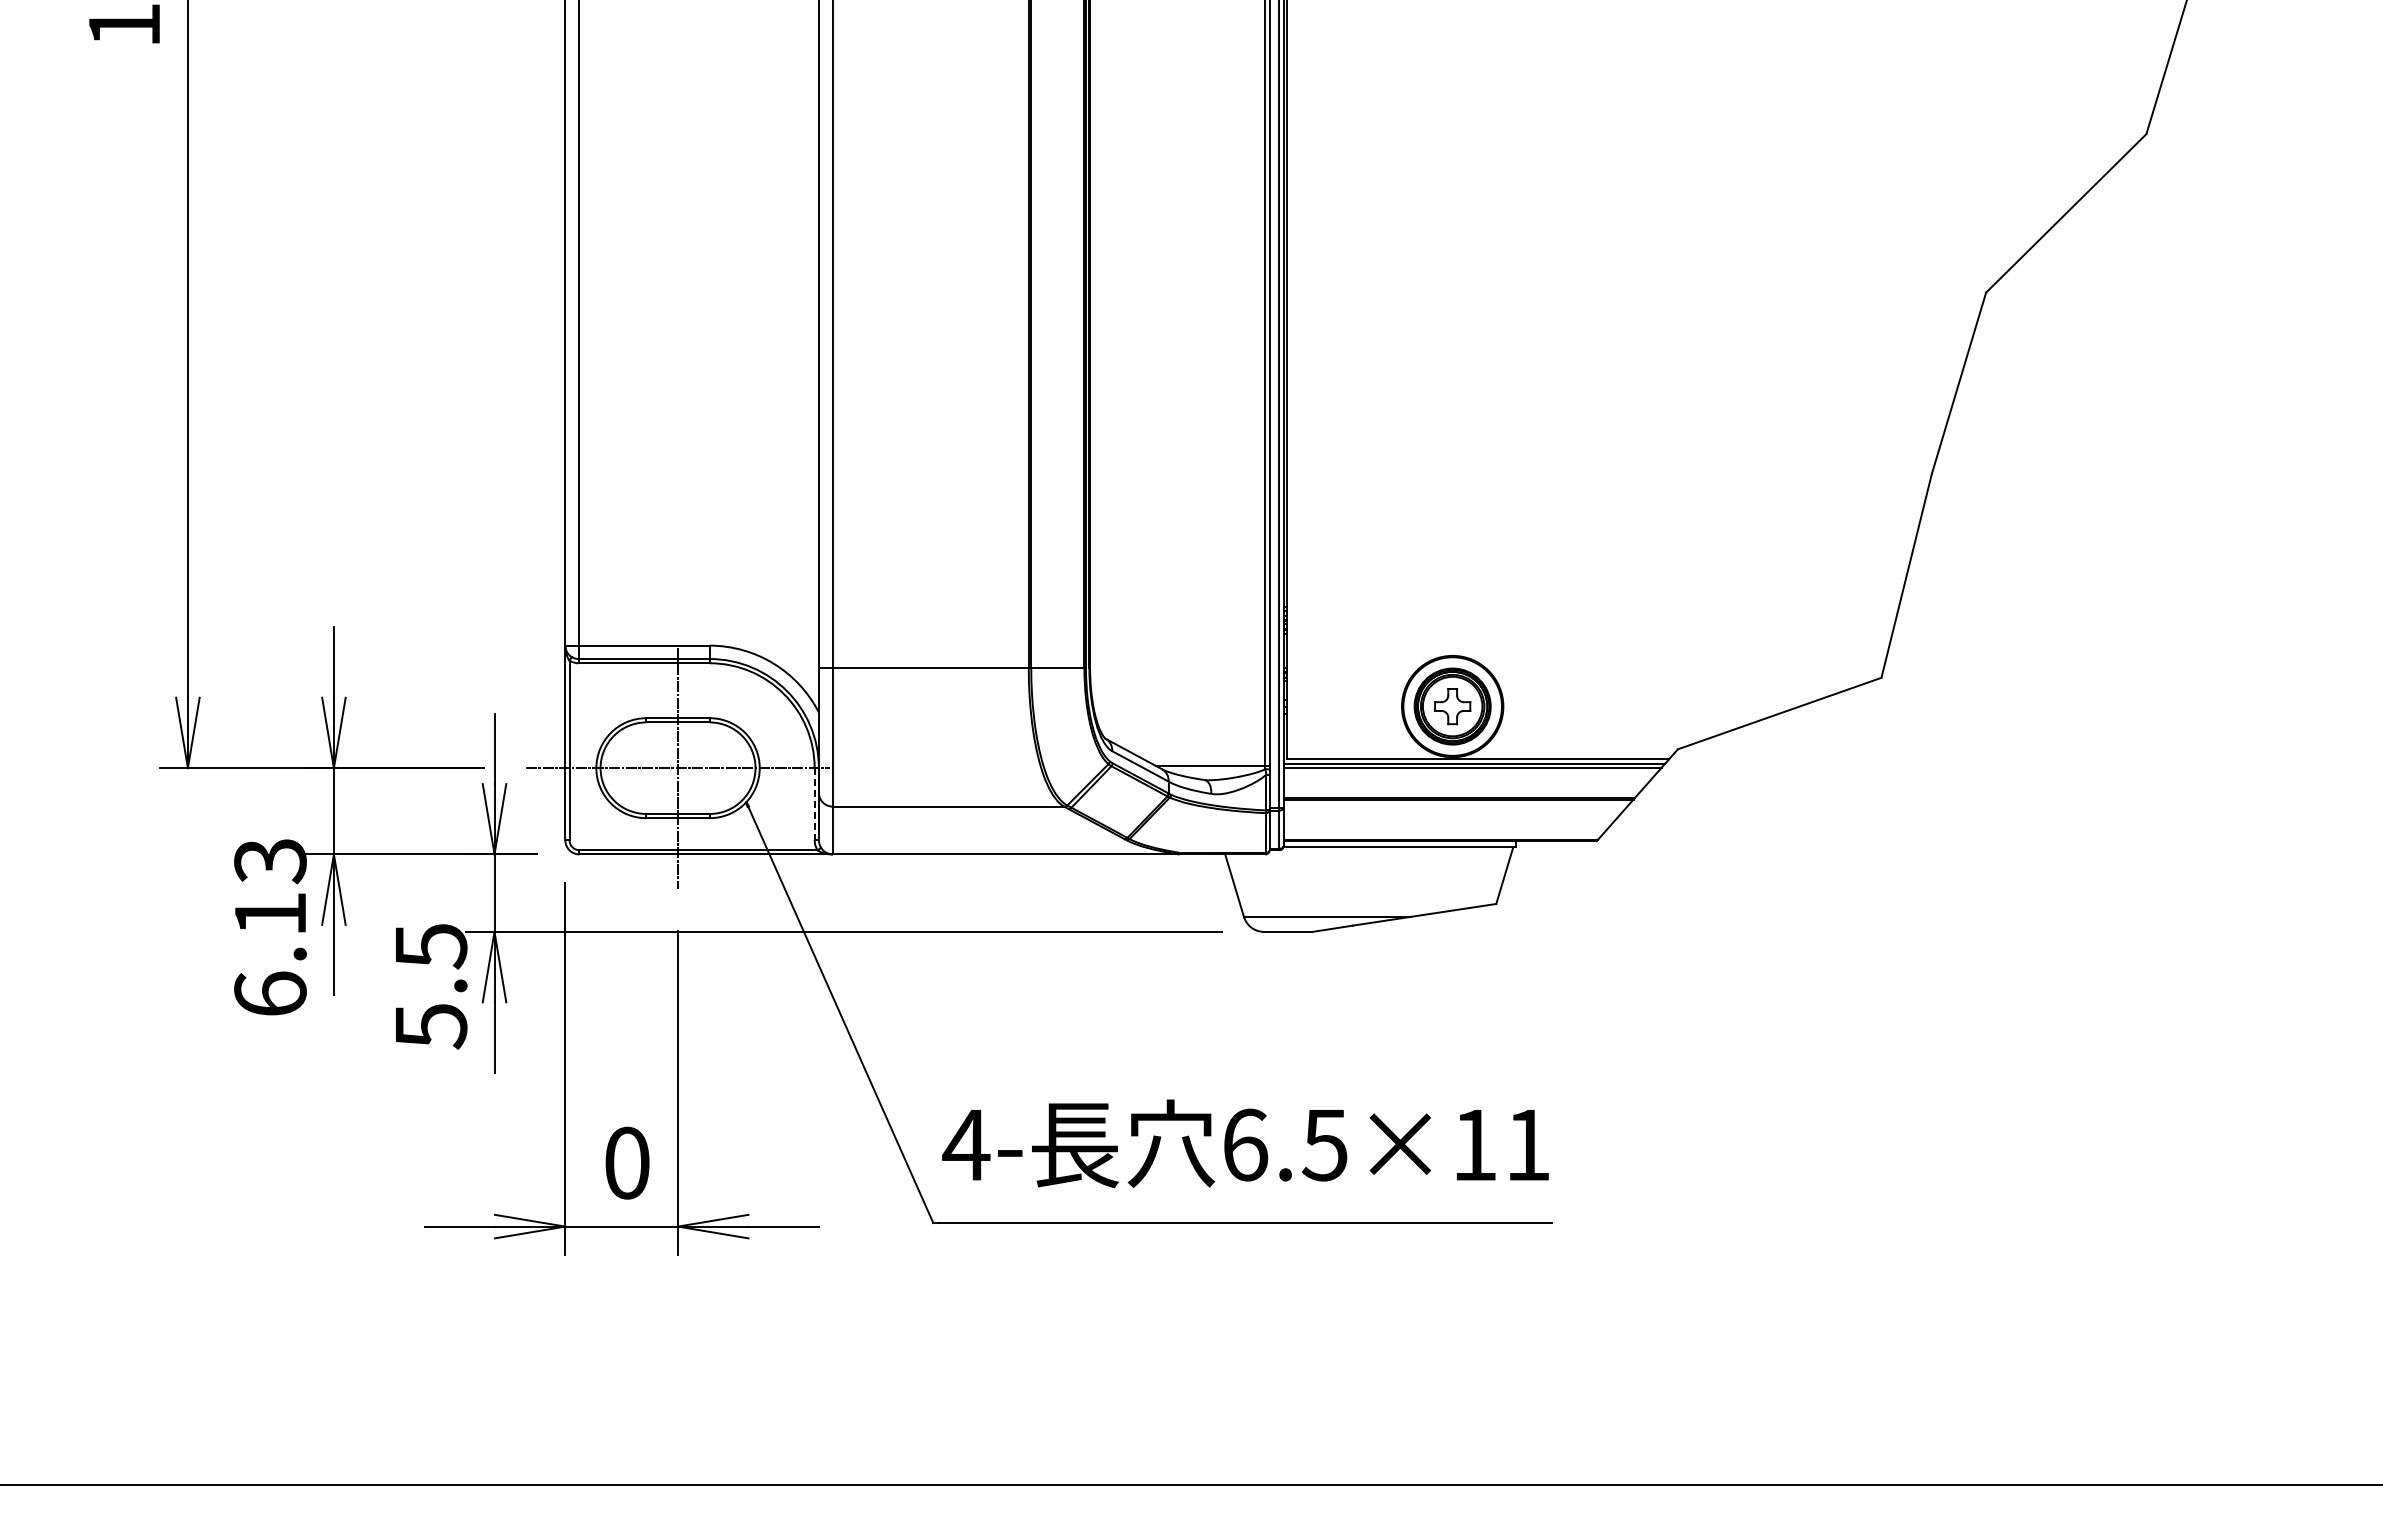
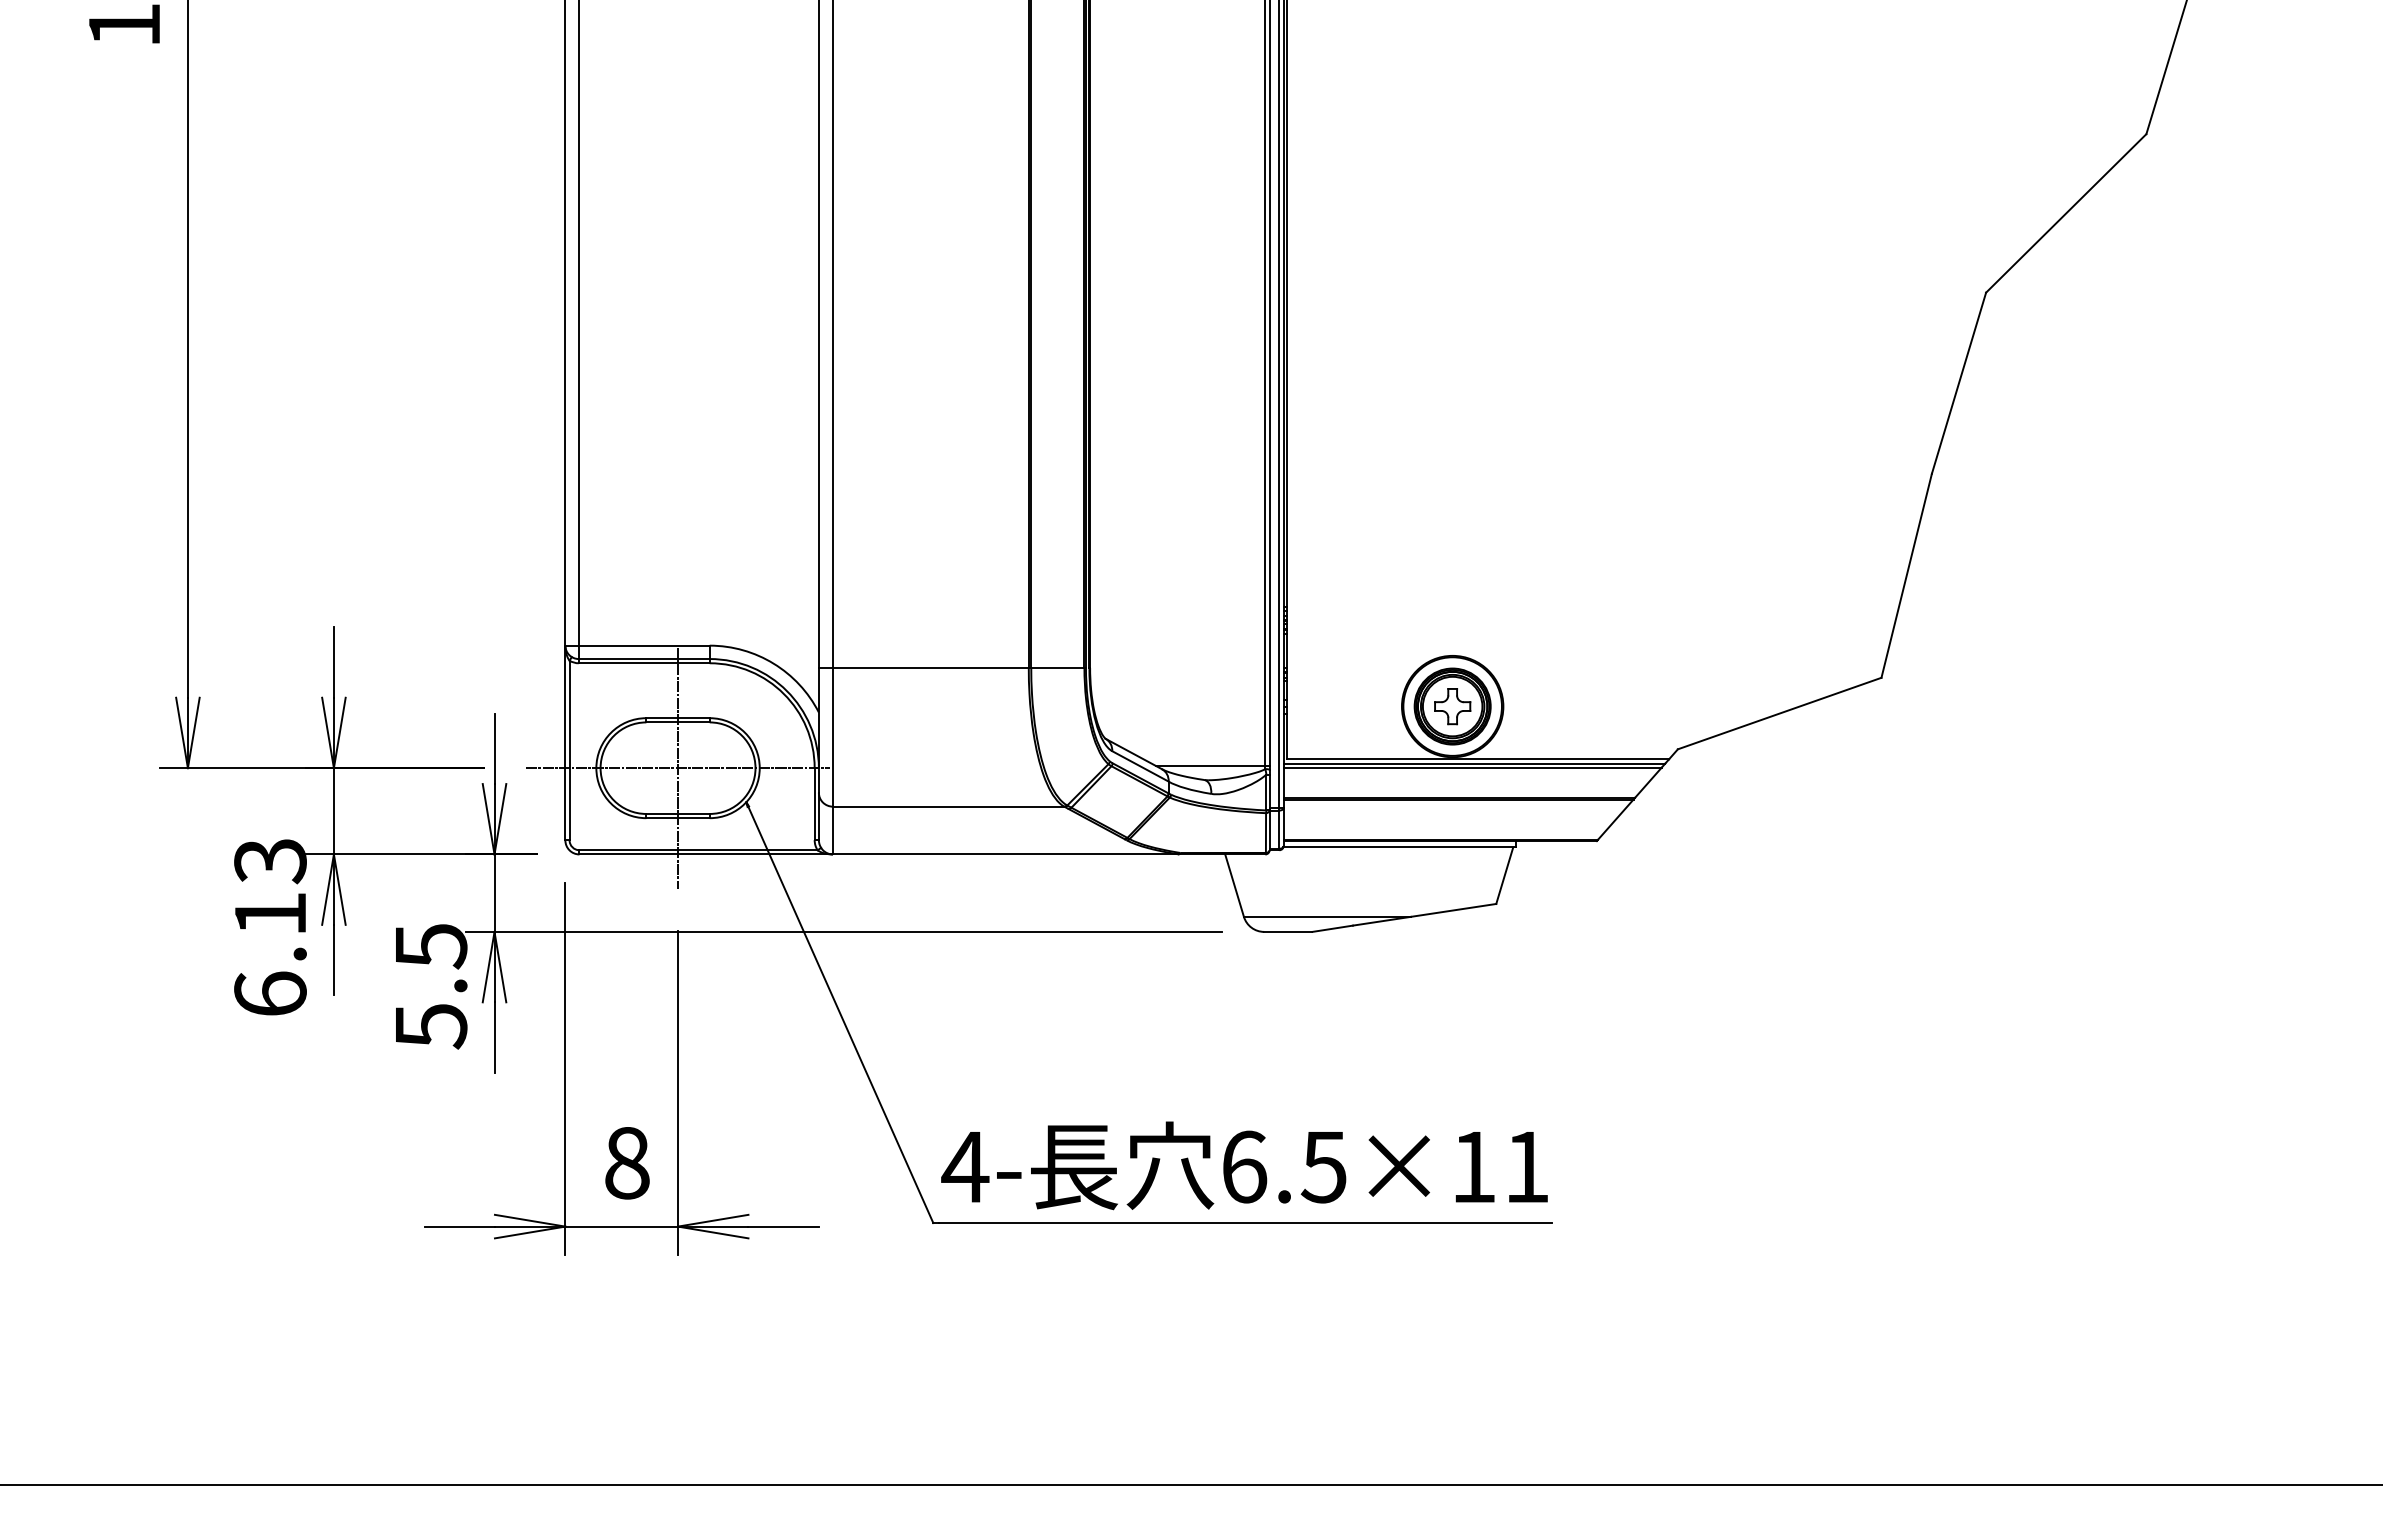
line at (814, 804): dashed -> solid
text at (1245, 1143) position: (1245, 1143) -> (1244, 1165)
text at (627, 1162): 0 -> 8
